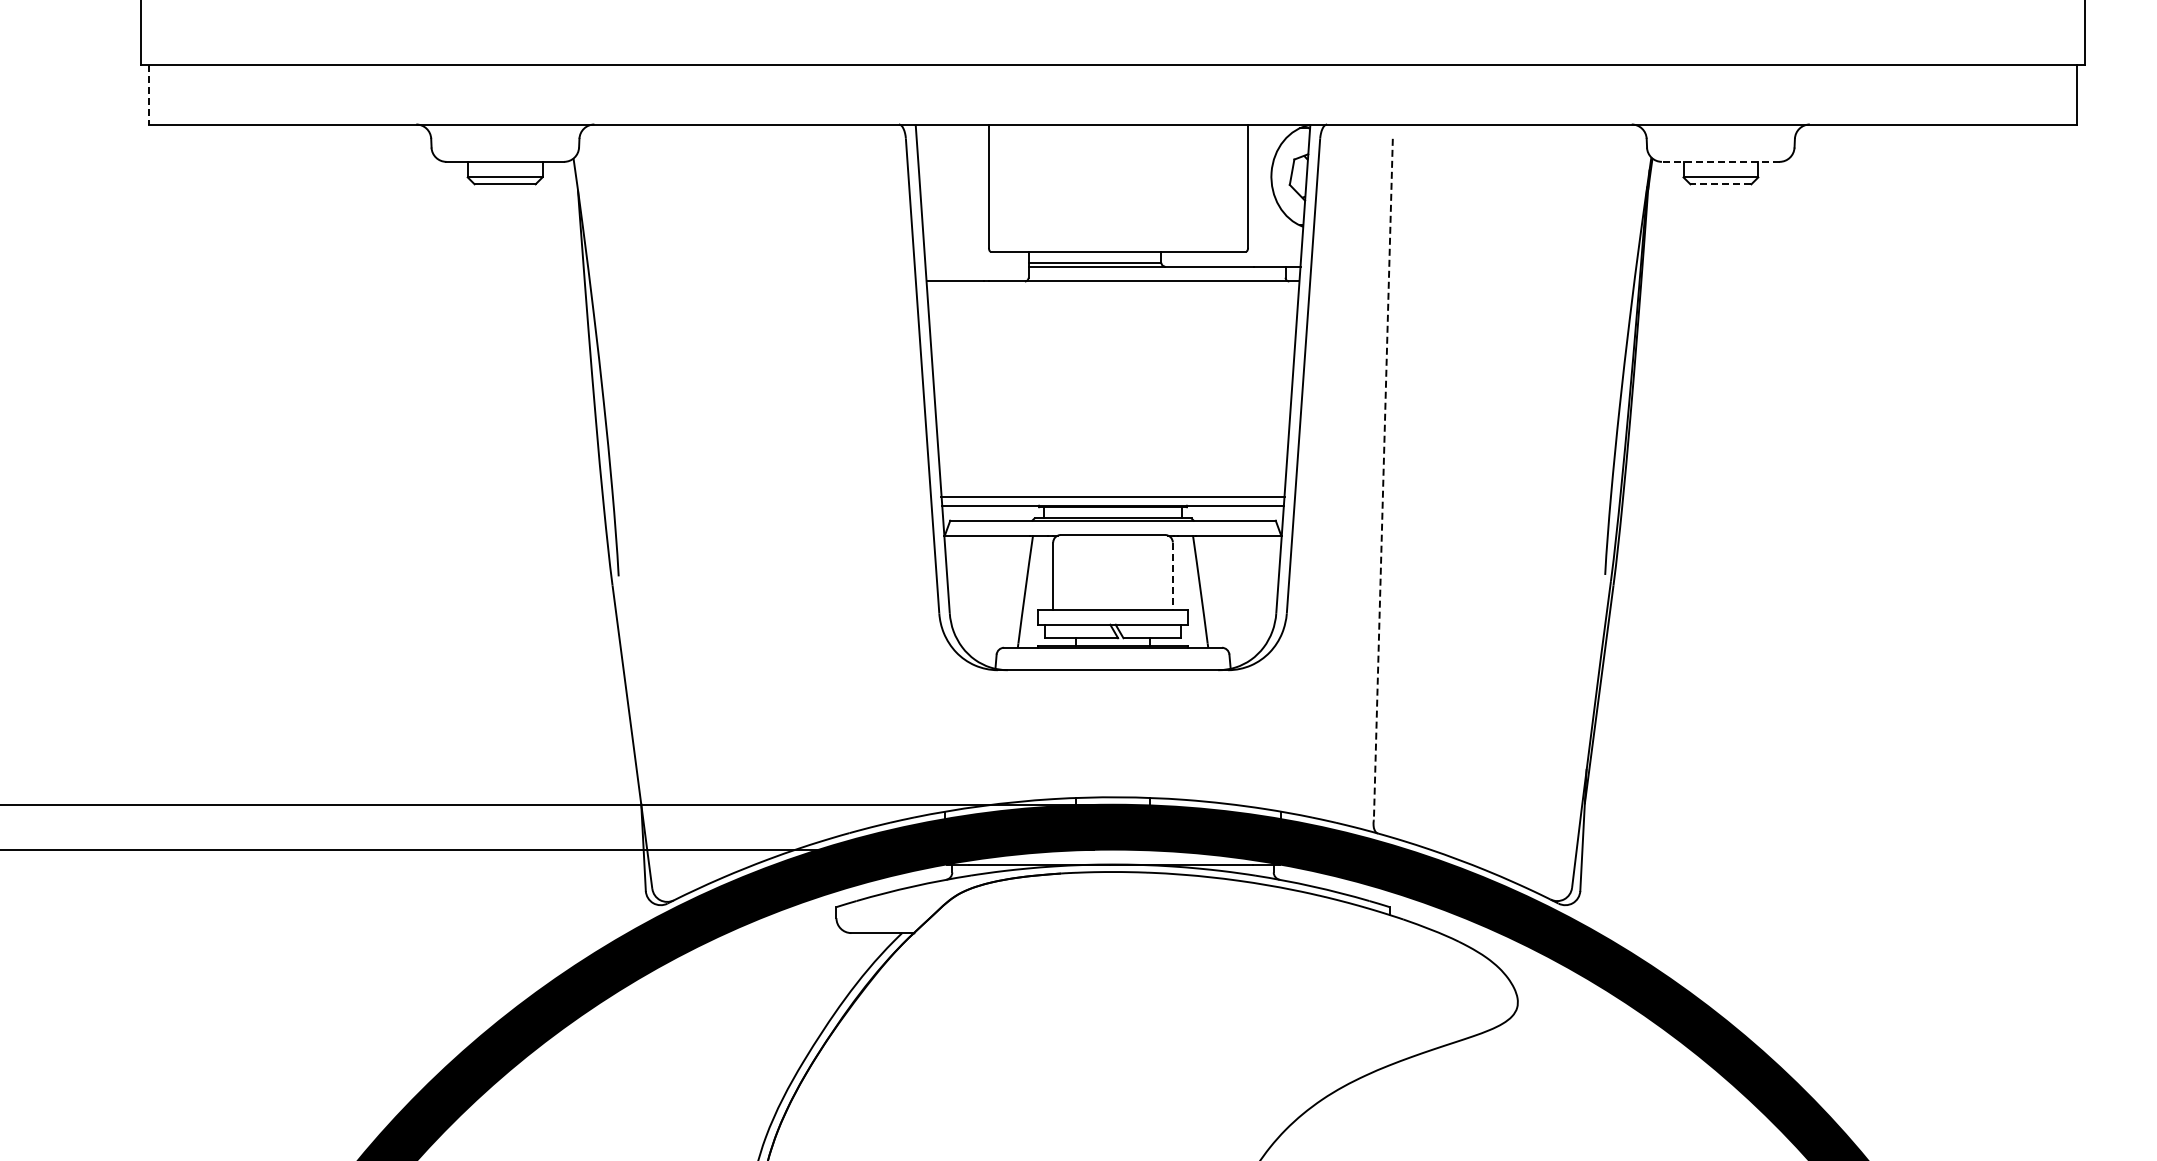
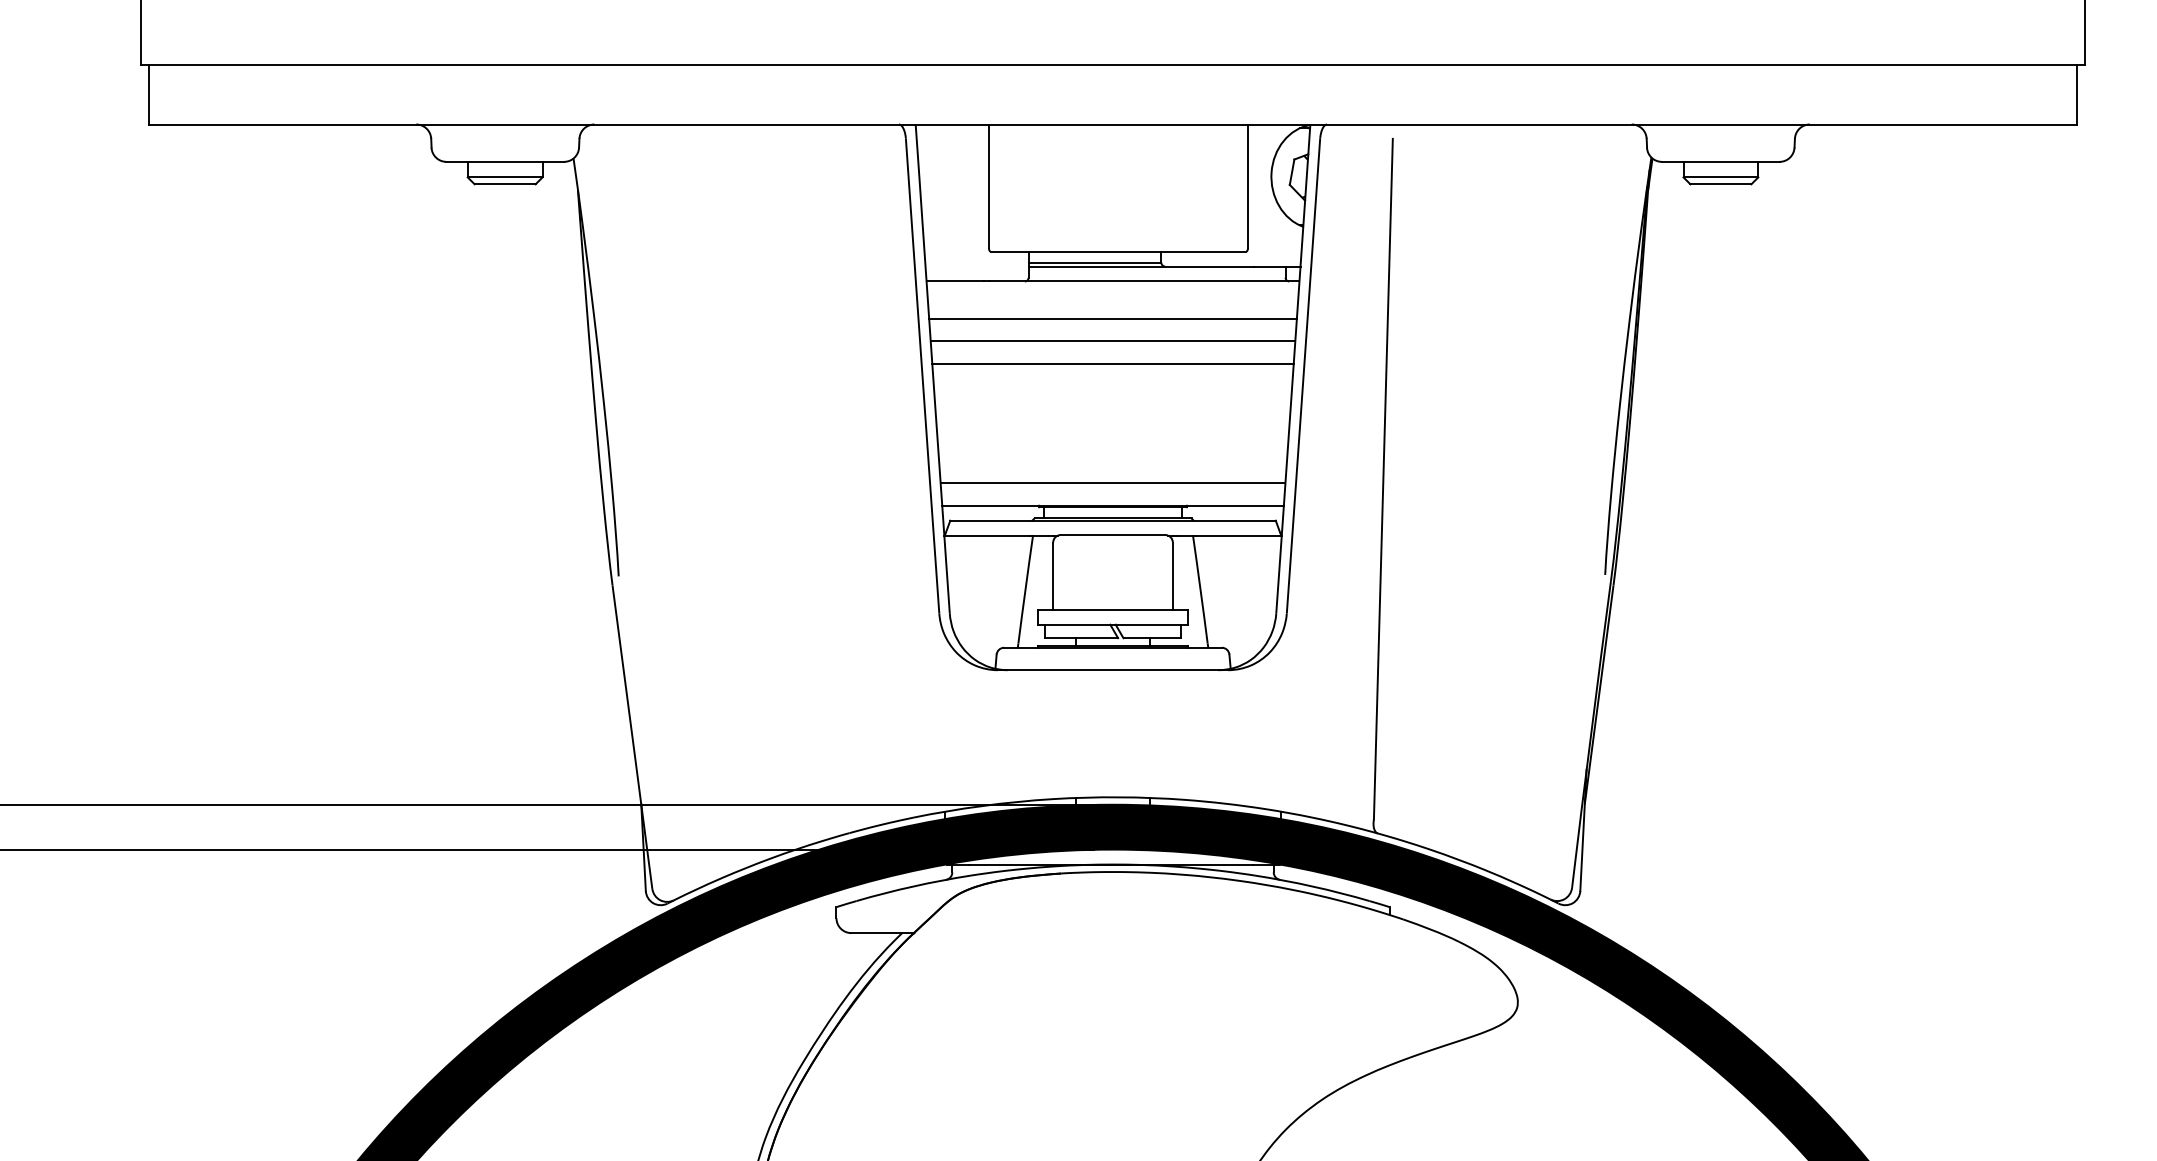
line at (148, 94): dashed -> solid
line at (1720, 161): dashed -> solid
line at (1720, 184): dashed -> solid
line at (1112, 318): none -> present
line at (1112, 341): none -> present
line at (1112, 363): none -> present
line at (1383, 479): dashed -> solid
line at (1112, 497) position: (1112, 497) -> (1112, 483)
line at (1172, 576): dashed -> solid
